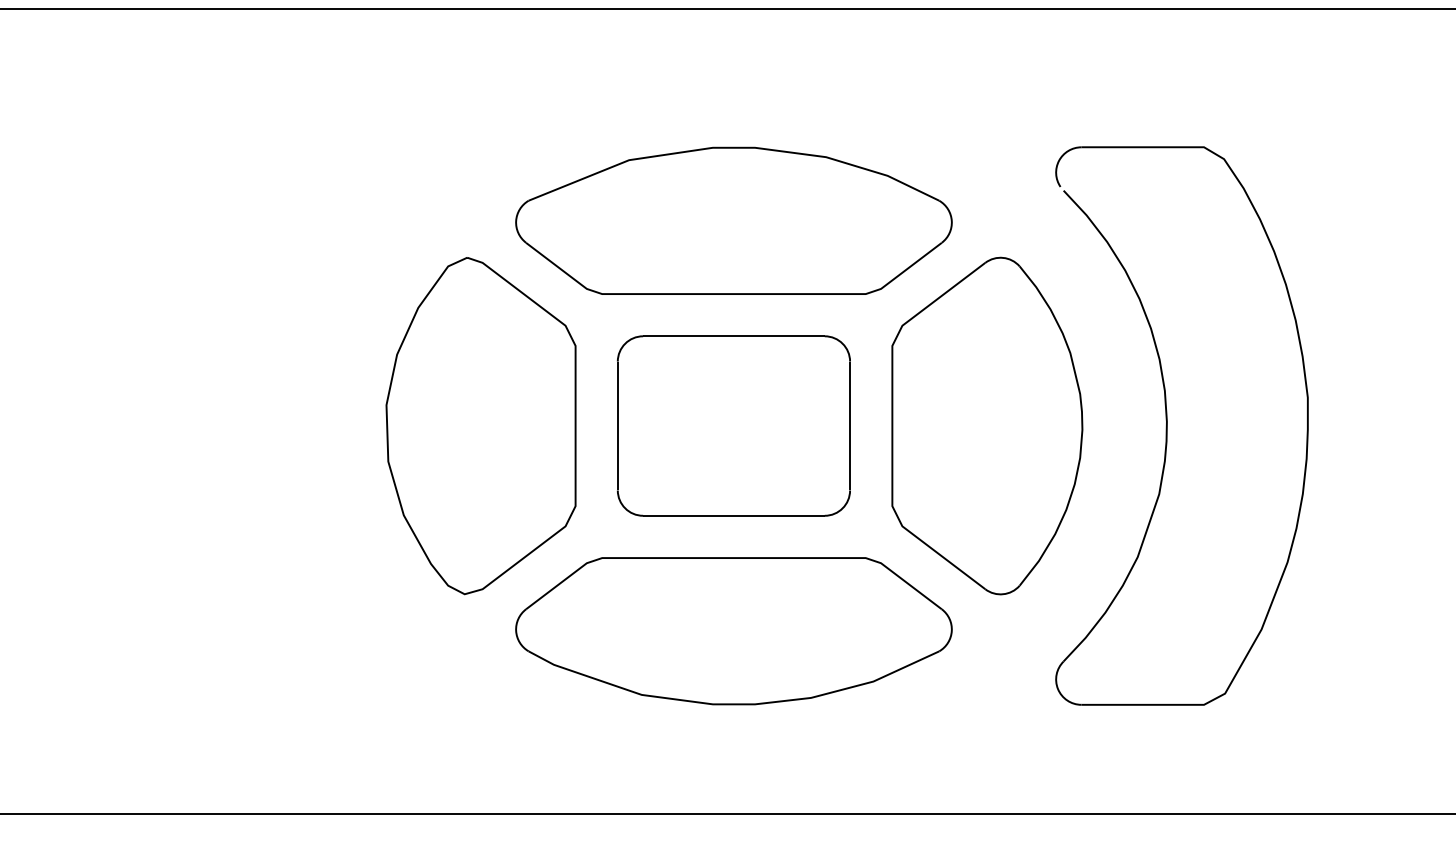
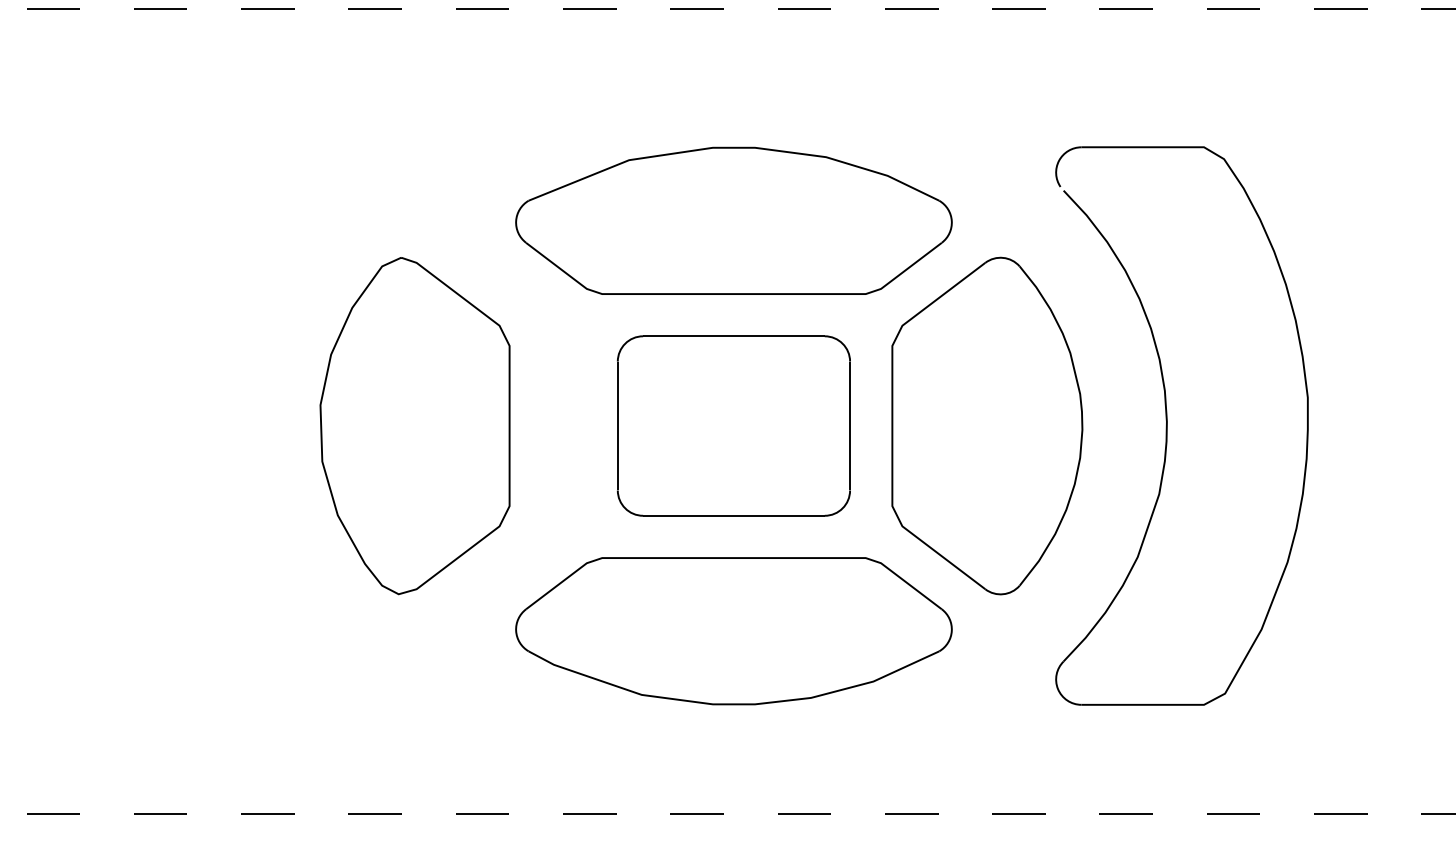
line at (729, 8): solid -> dashed
part at (480, 426) position: (480, 426) -> (414, 426)
line at (729, 814): solid -> dashed
